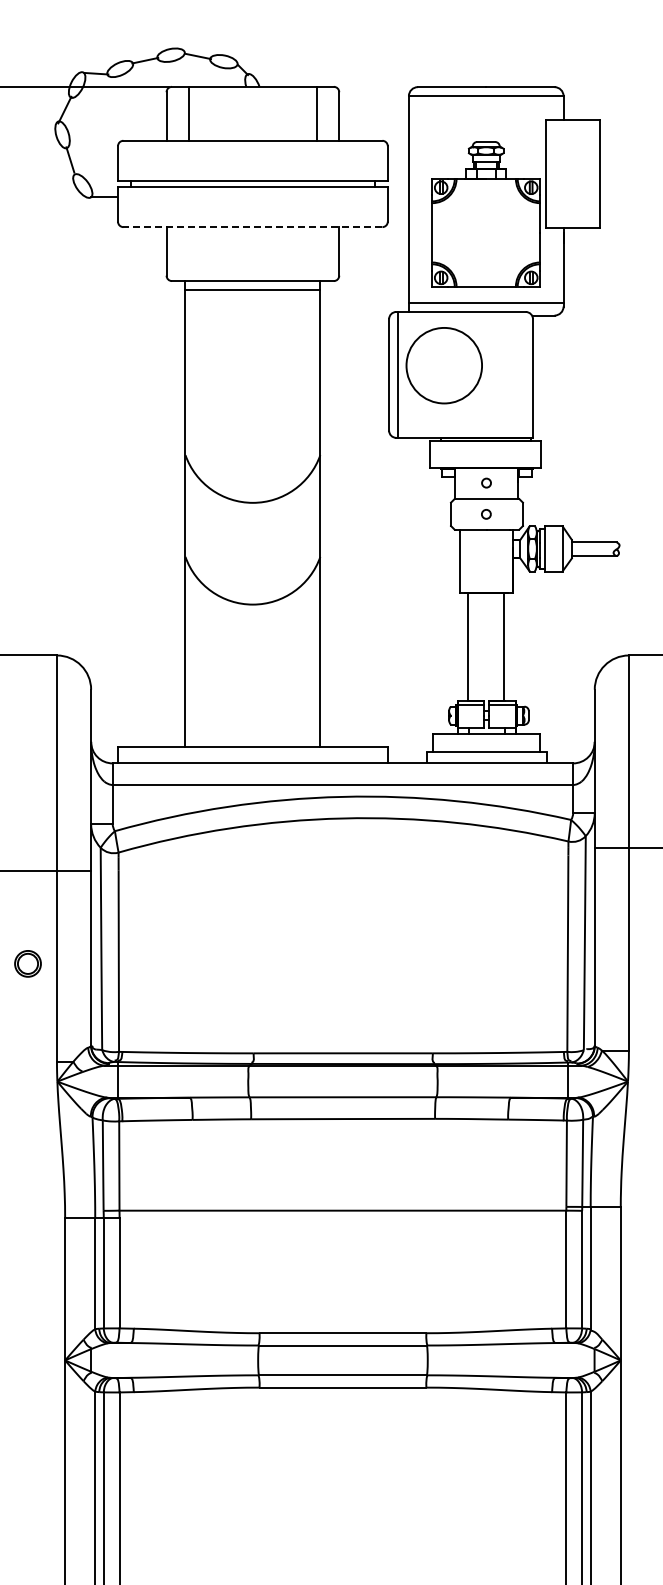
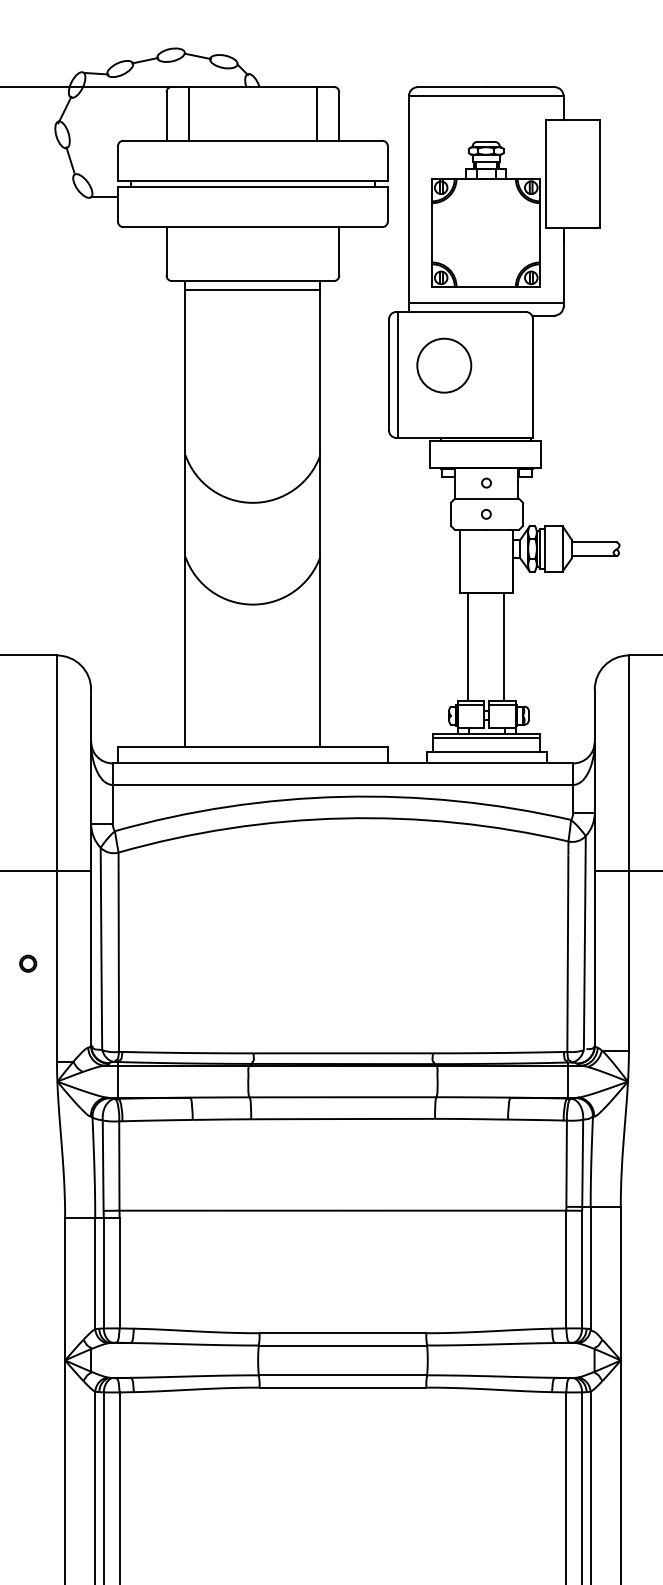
line at (252, 227): dashed -> solid
circle at (444, 365) diameter: 76 px -> 54 px
line at (486, 737): none -> present
line at (626, 848) position: (626, 848) -> (626, 871)
circle at (27, 963) size: 28x28 px -> 19x19 px
